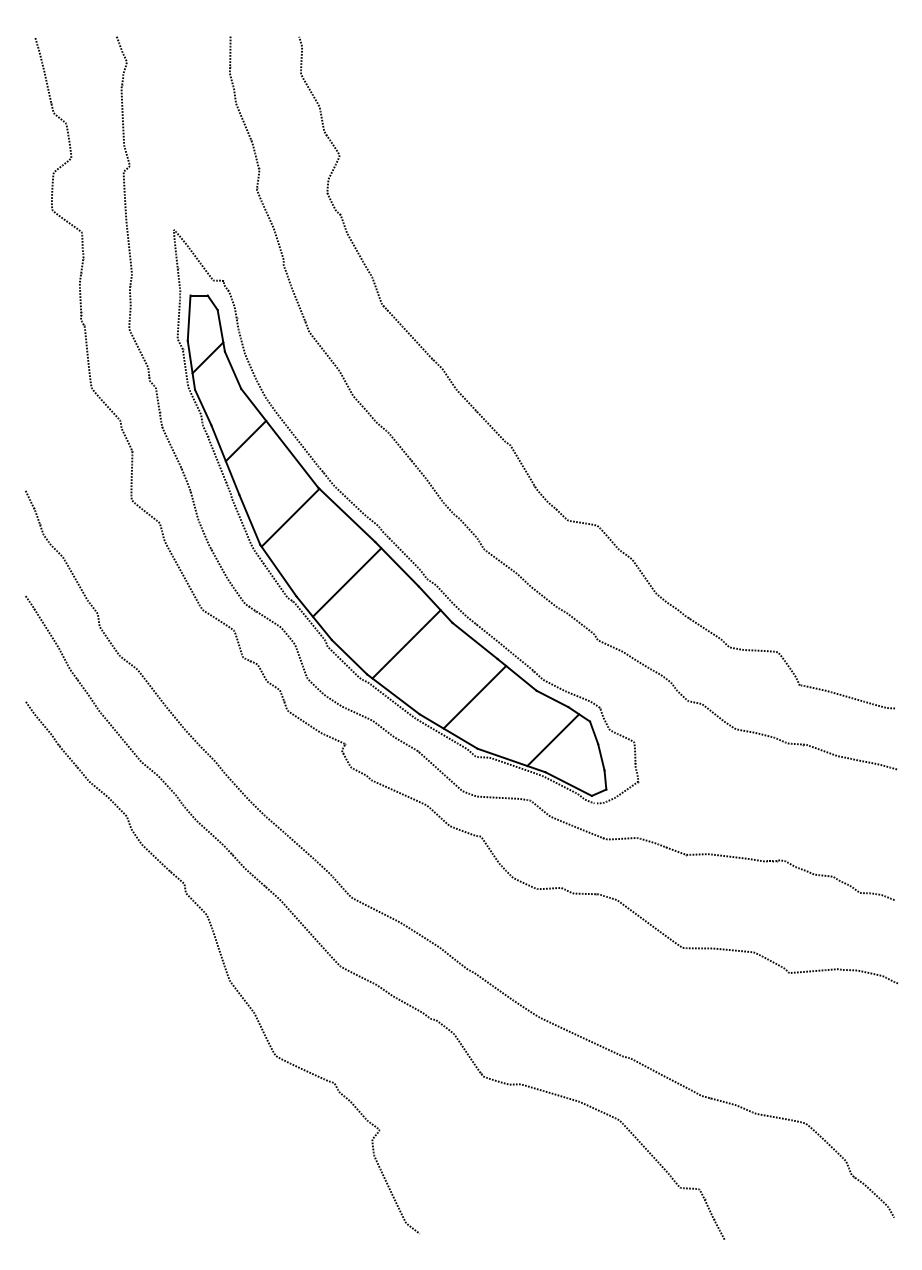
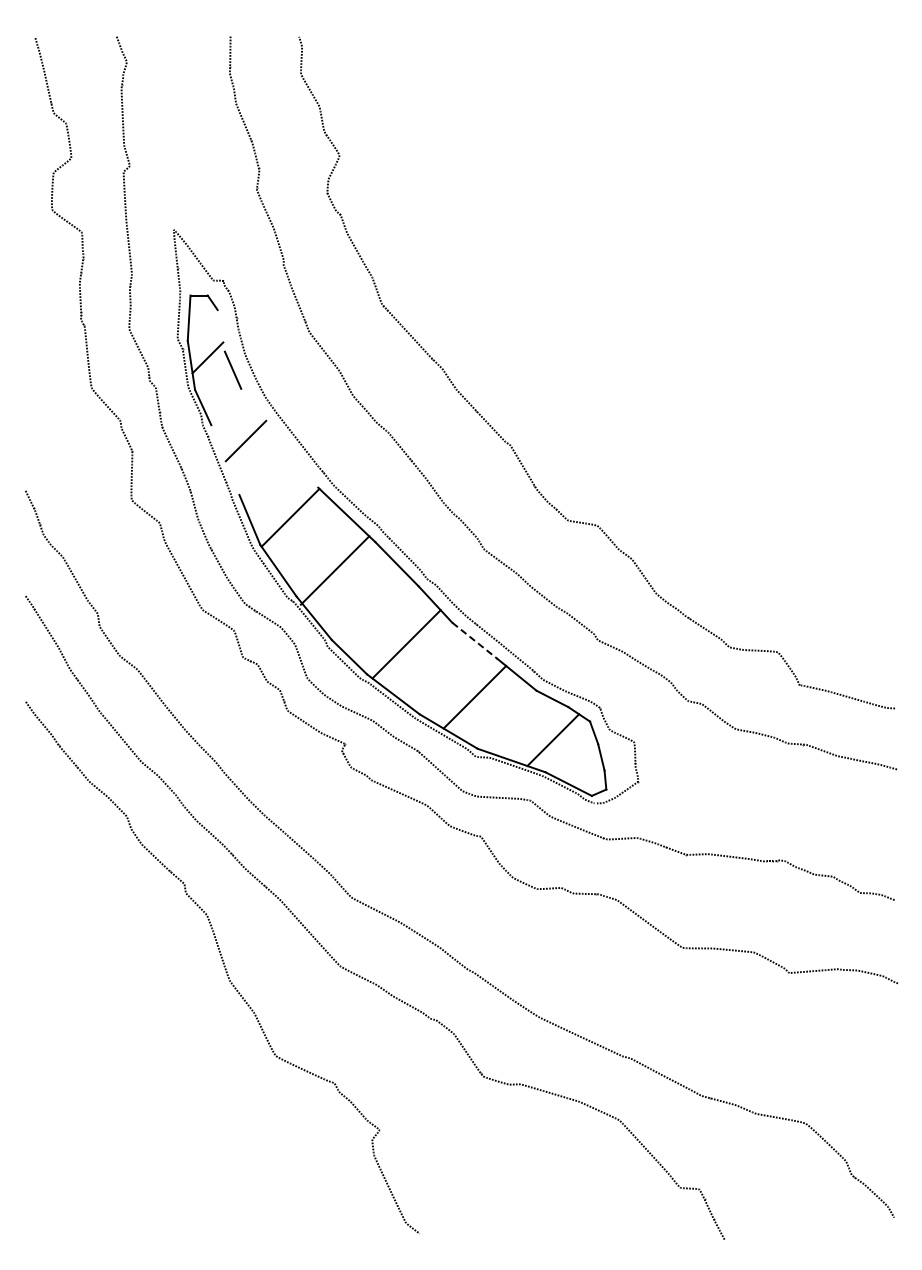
line at (220, 330): present -> none
line at (279, 437): present -> none
line at (225, 459): present -> none
line at (346, 582) position: (346, 582) -> (334, 570)
line at (475, 641): solid -> dashed
